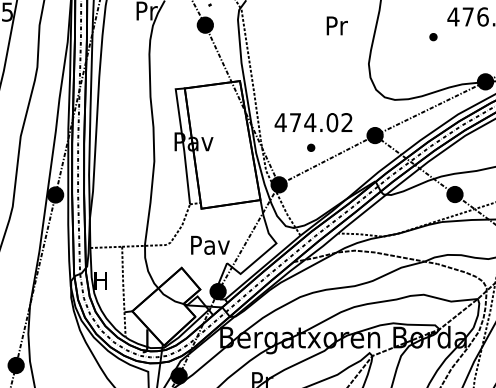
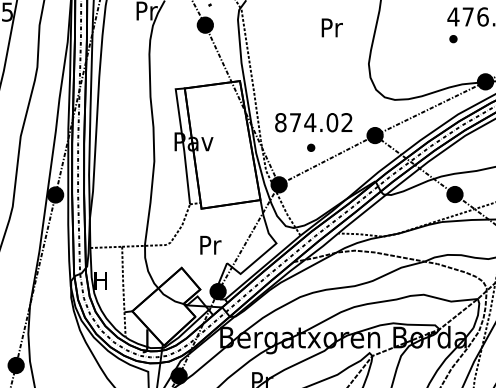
text at (336, 25) position: (336, 25) -> (331, 27)
part at (433, 37) position: (433, 37) -> (453, 39)
text at (280, 122): 474.02 -> 874.02
text at (210, 244): Pav -> Pr
